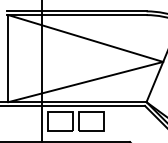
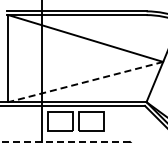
line at (85, 82): solid -> dashed
line at (65, 142): solid -> dashed
